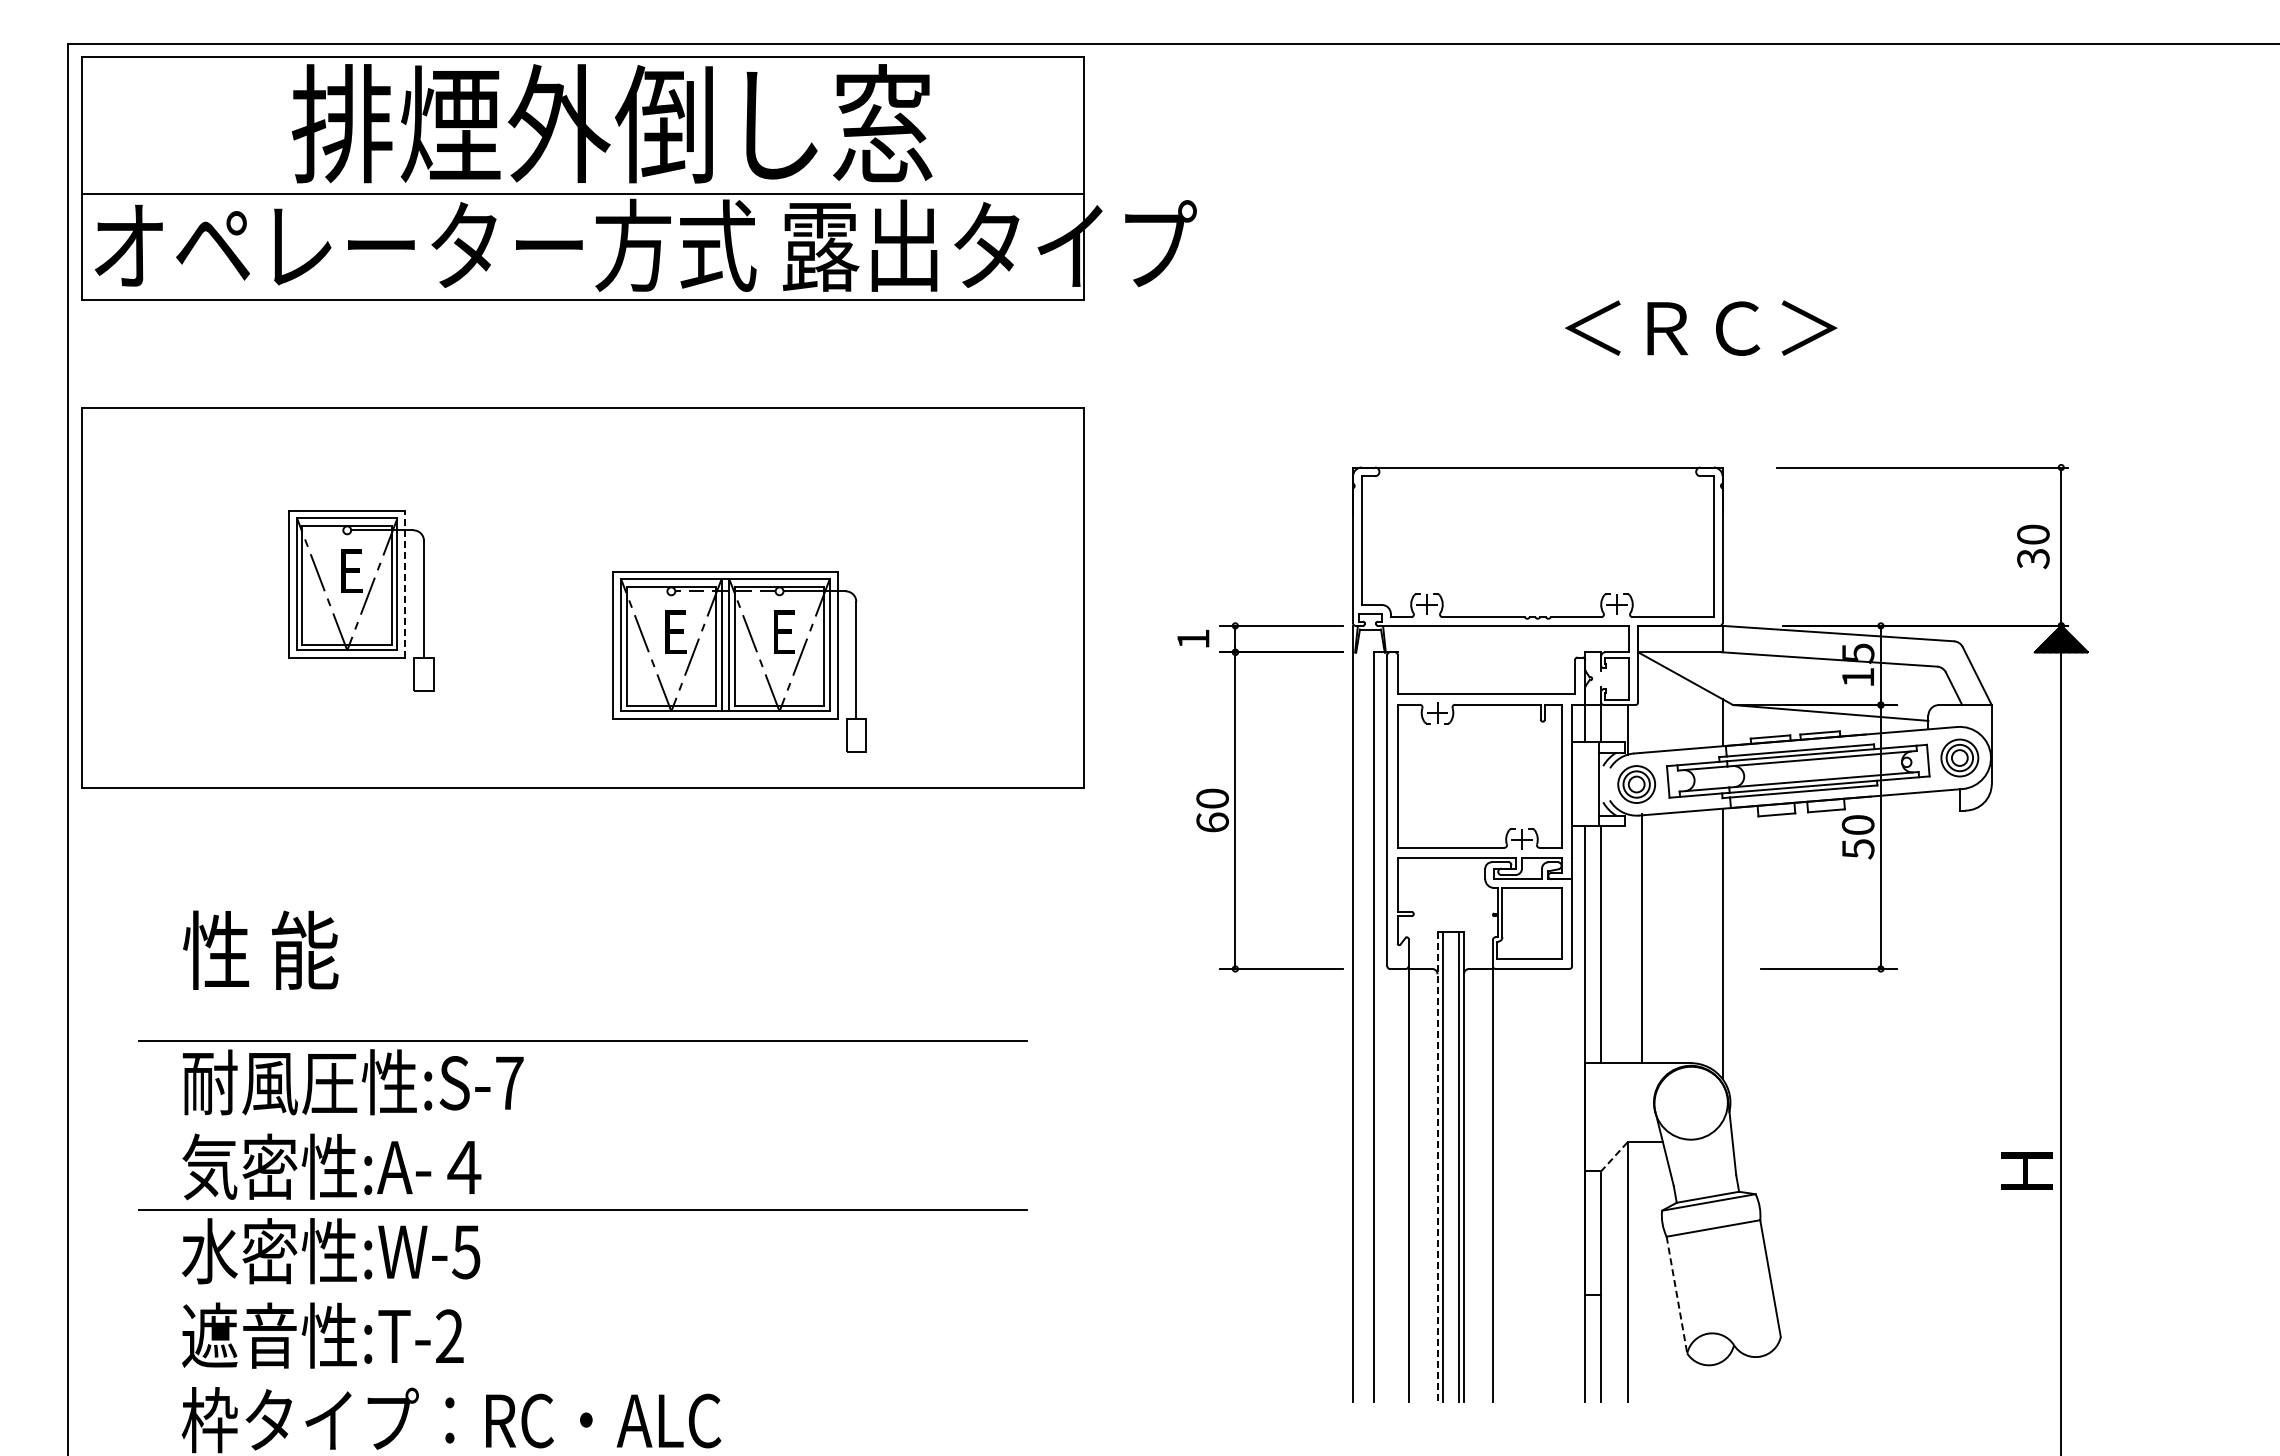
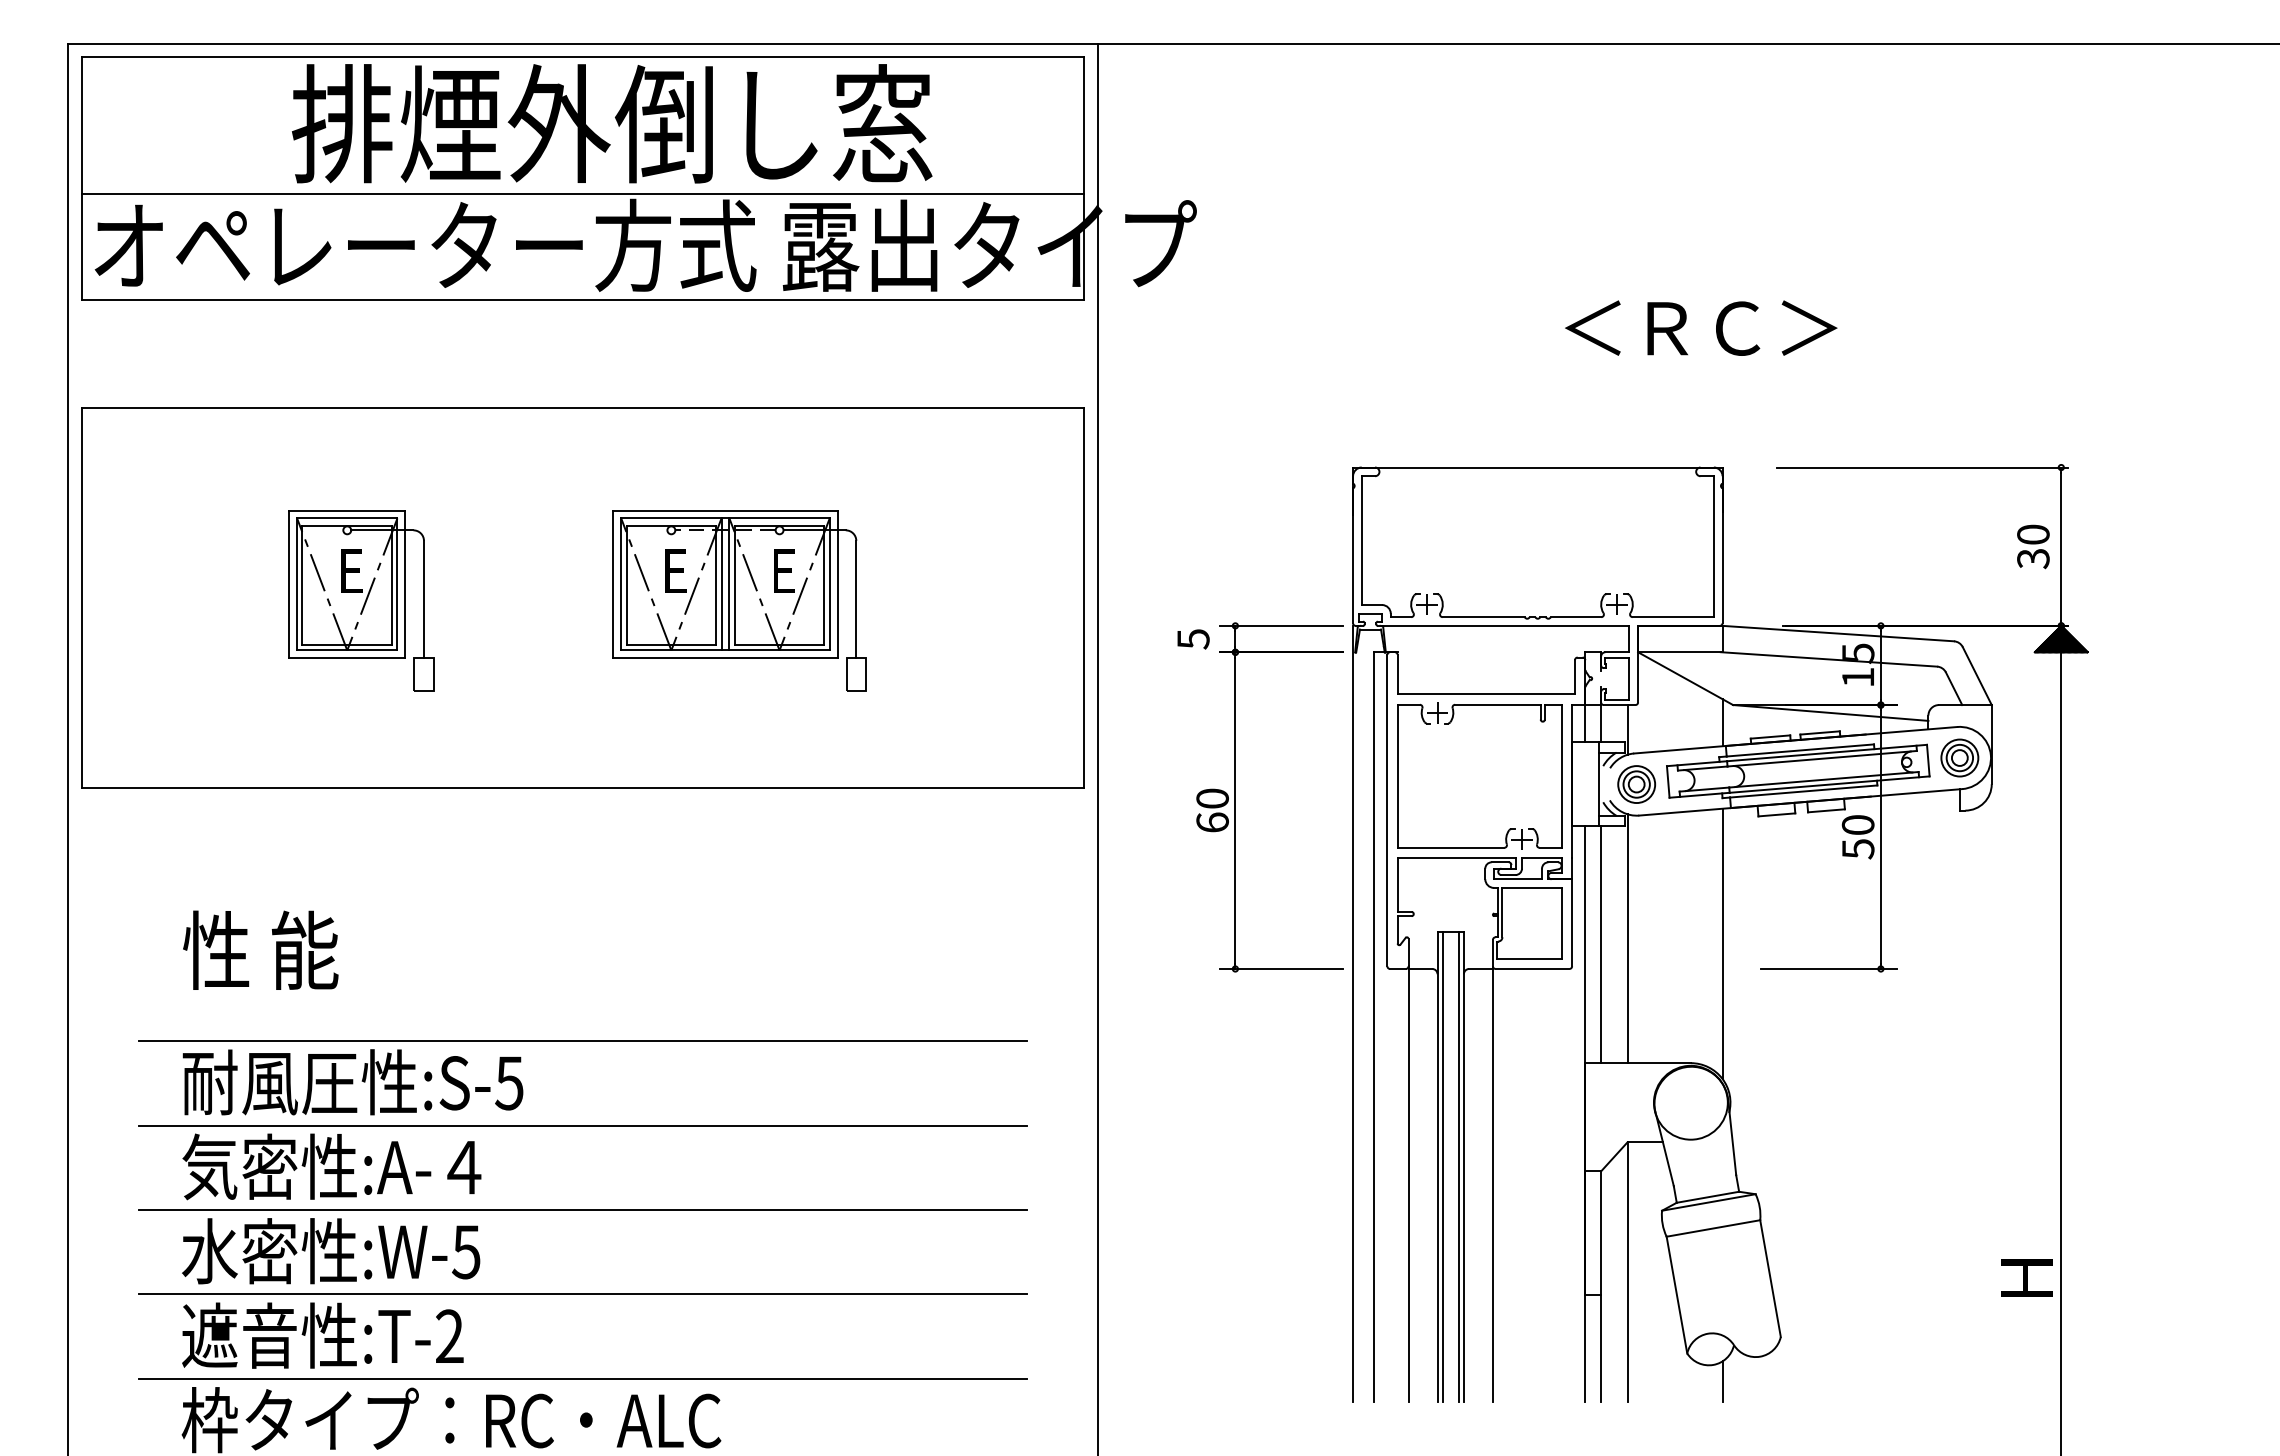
line at (405, 584): dashed -> solid
text at (1193, 639): 1 -> 5
part at (739, 661) position: (739, 661) -> (739, 600)
line at (1097, 747): none -> present
line at (1641, 938) position: (1641, 938) -> (1627, 938)
text at (509, 1083): :S-7 -> :S-5
line at (582, 1125): none -> present
line at (1614, 1156): dashed -> solid
line at (1437, 1166): dashed -> solid
text at (2026, 1170) position: (2026, 1170) -> (2026, 1277)
line at (582, 1294): none -> present
line at (1677, 1295): dashed -> solid
line at (582, 1378): none -> present
line at (1722, 1381): none -> present
